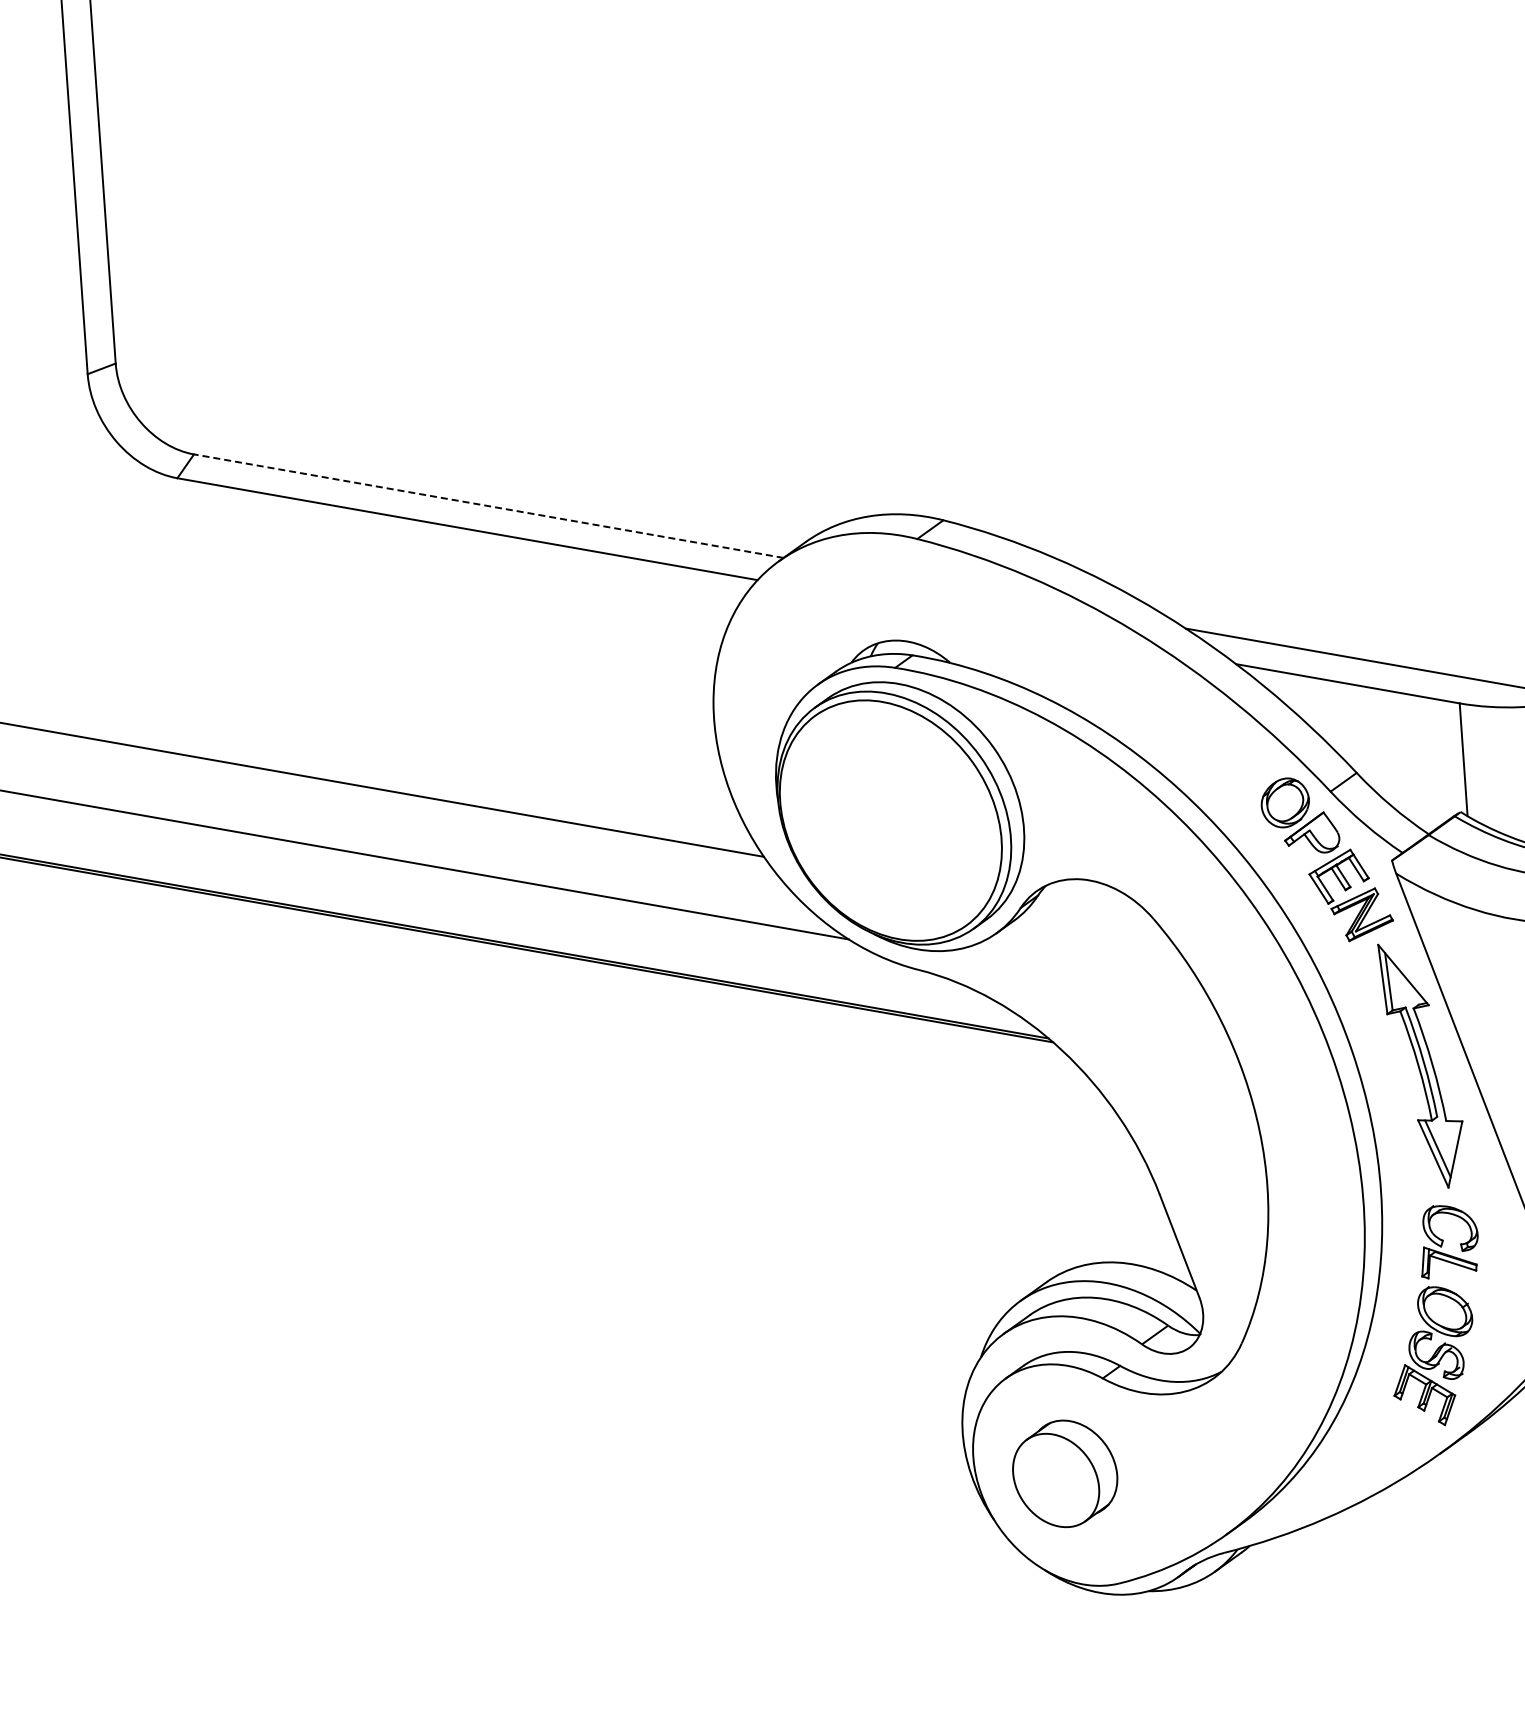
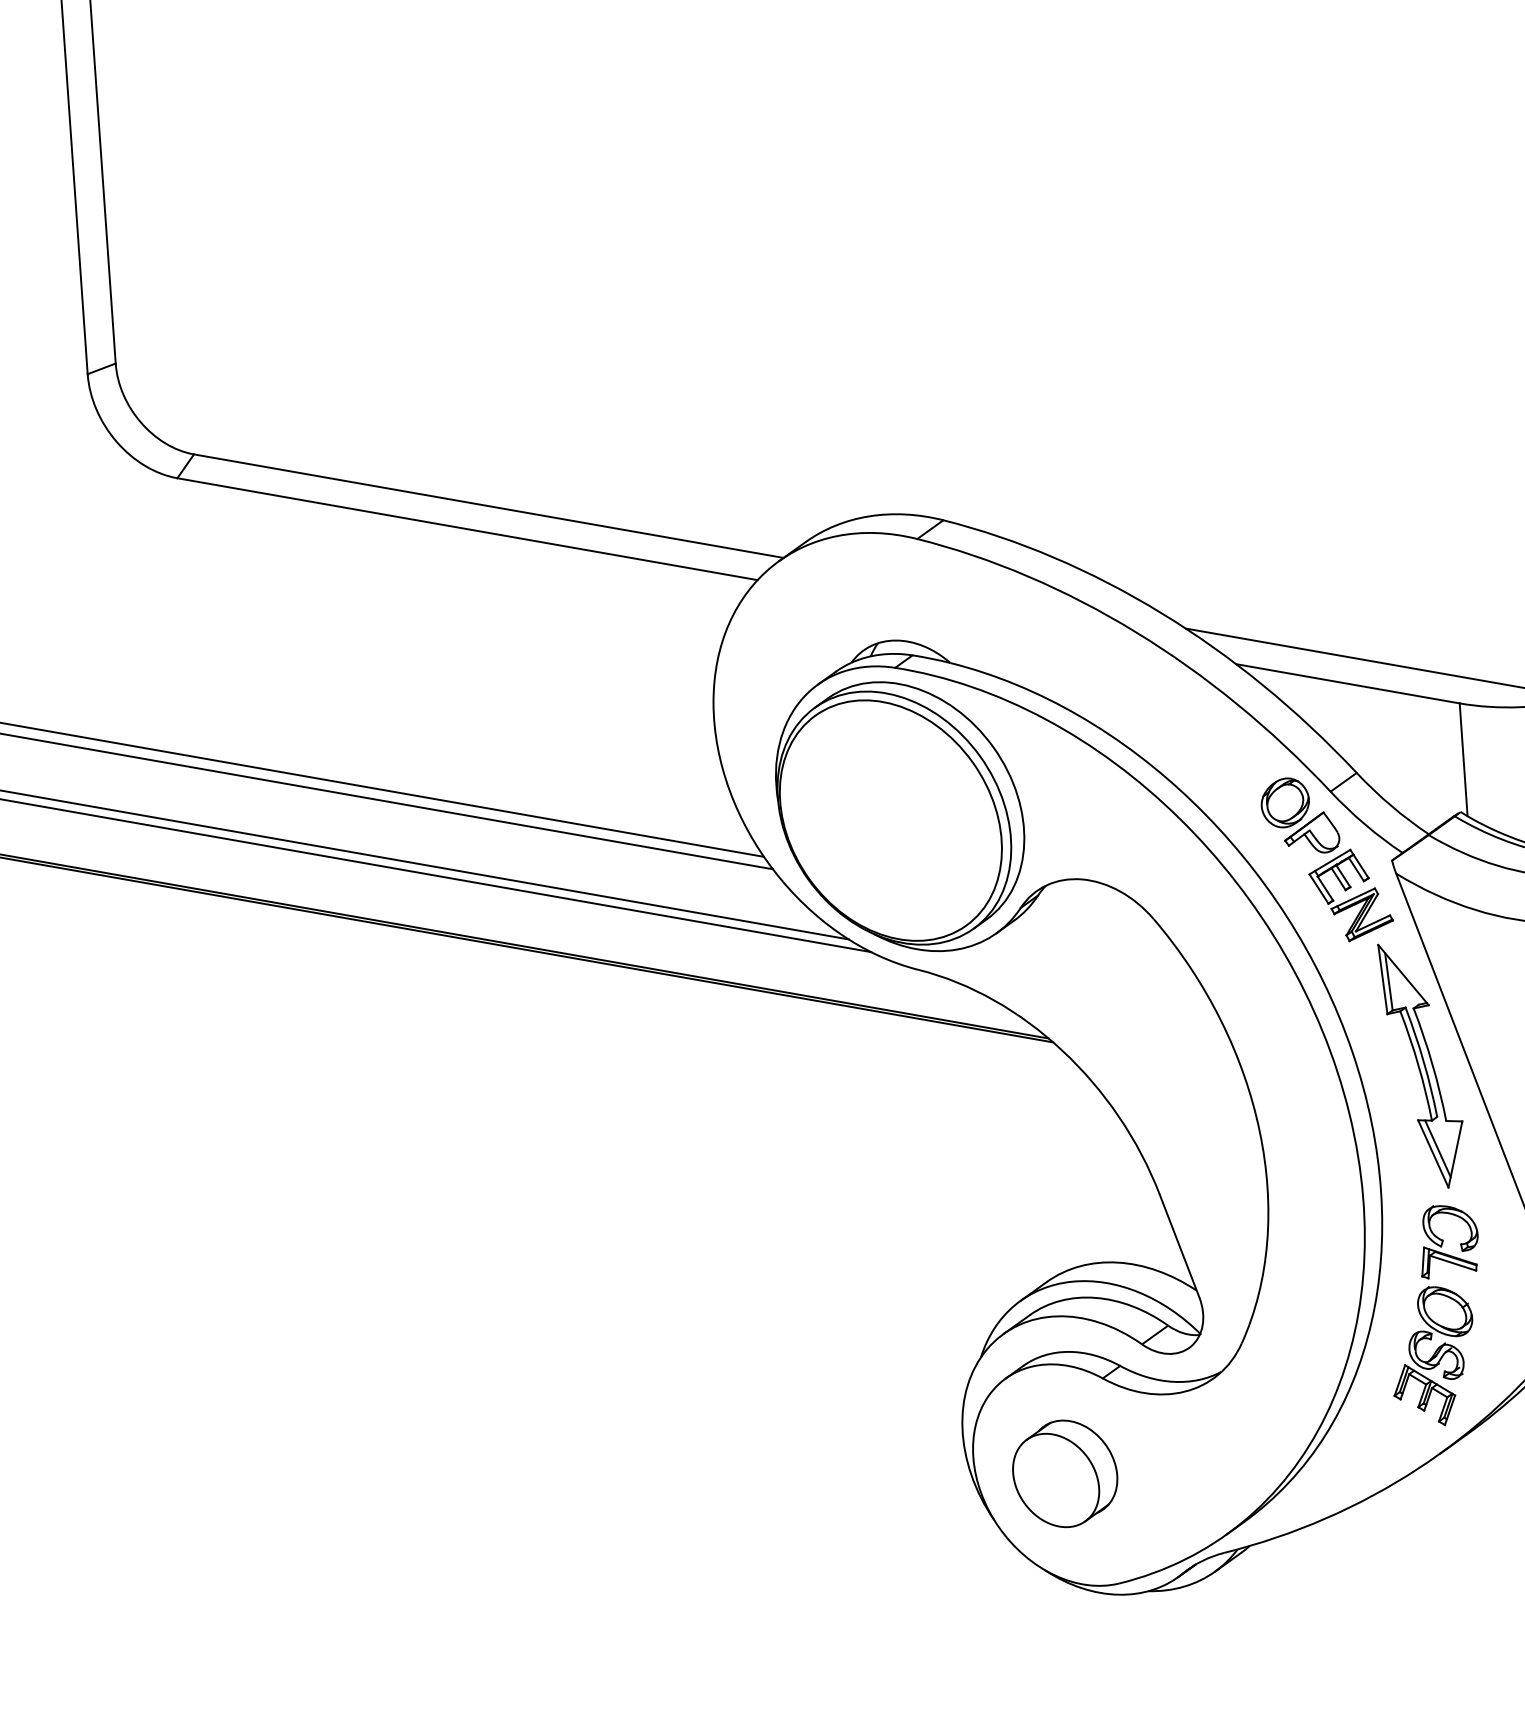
line at (488, 506): dashed -> solid
line at (387, 801): none -> present
line at (436, 875): none -> present
